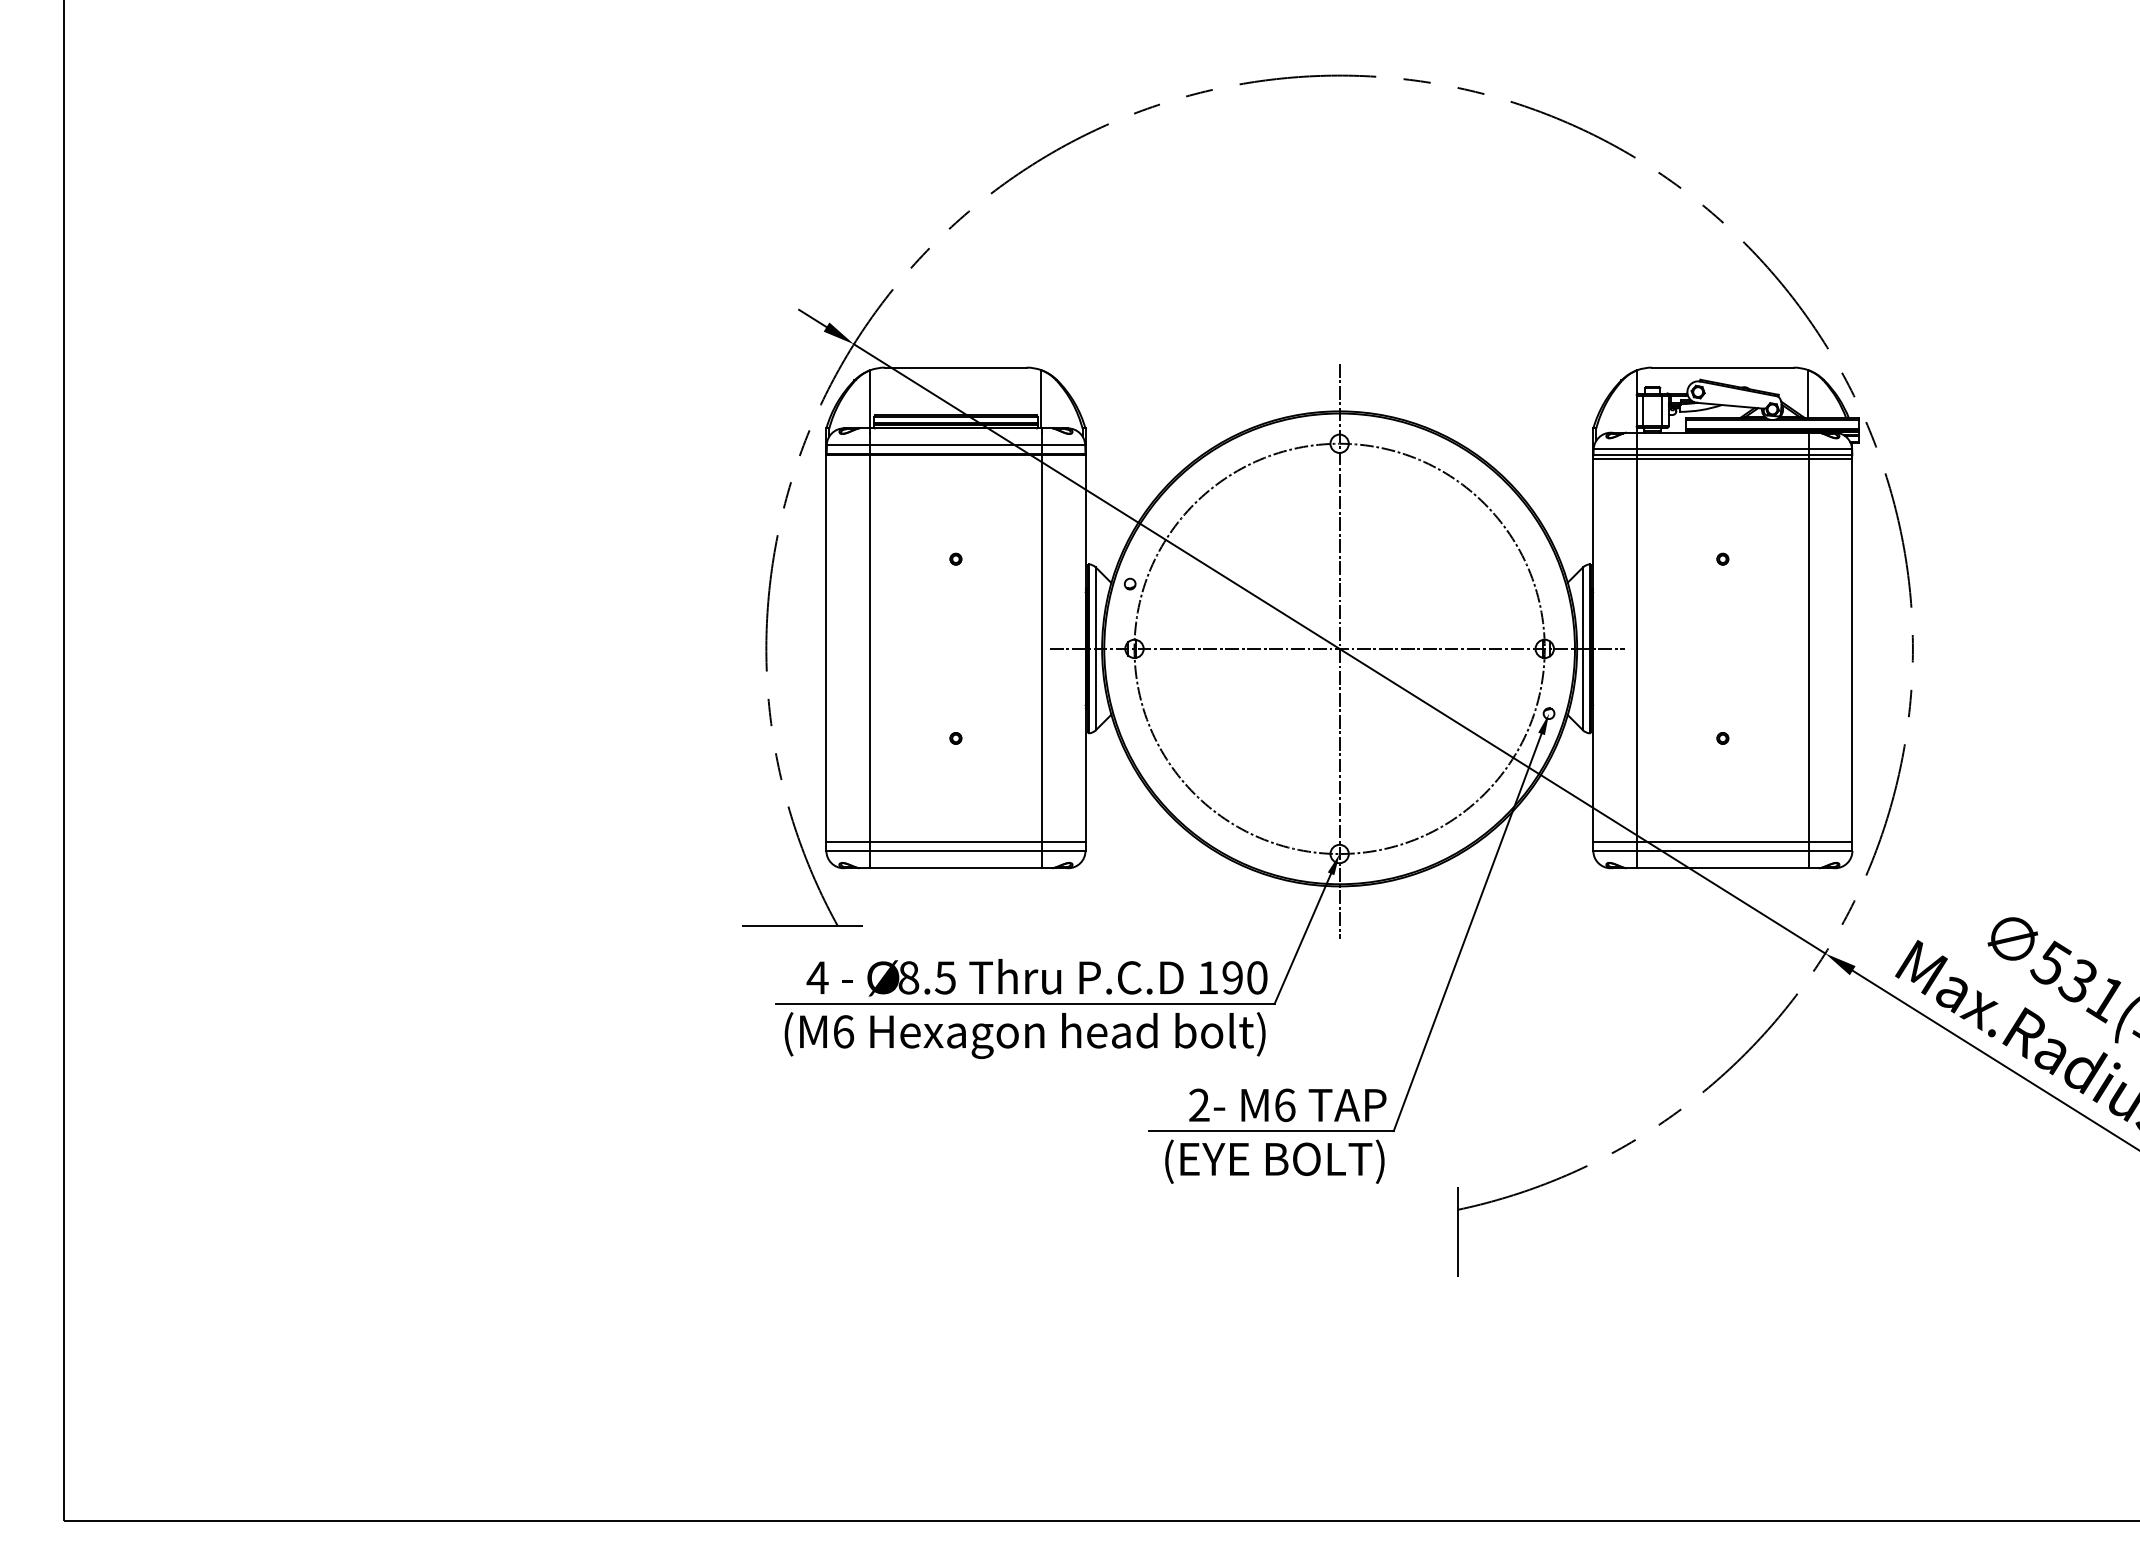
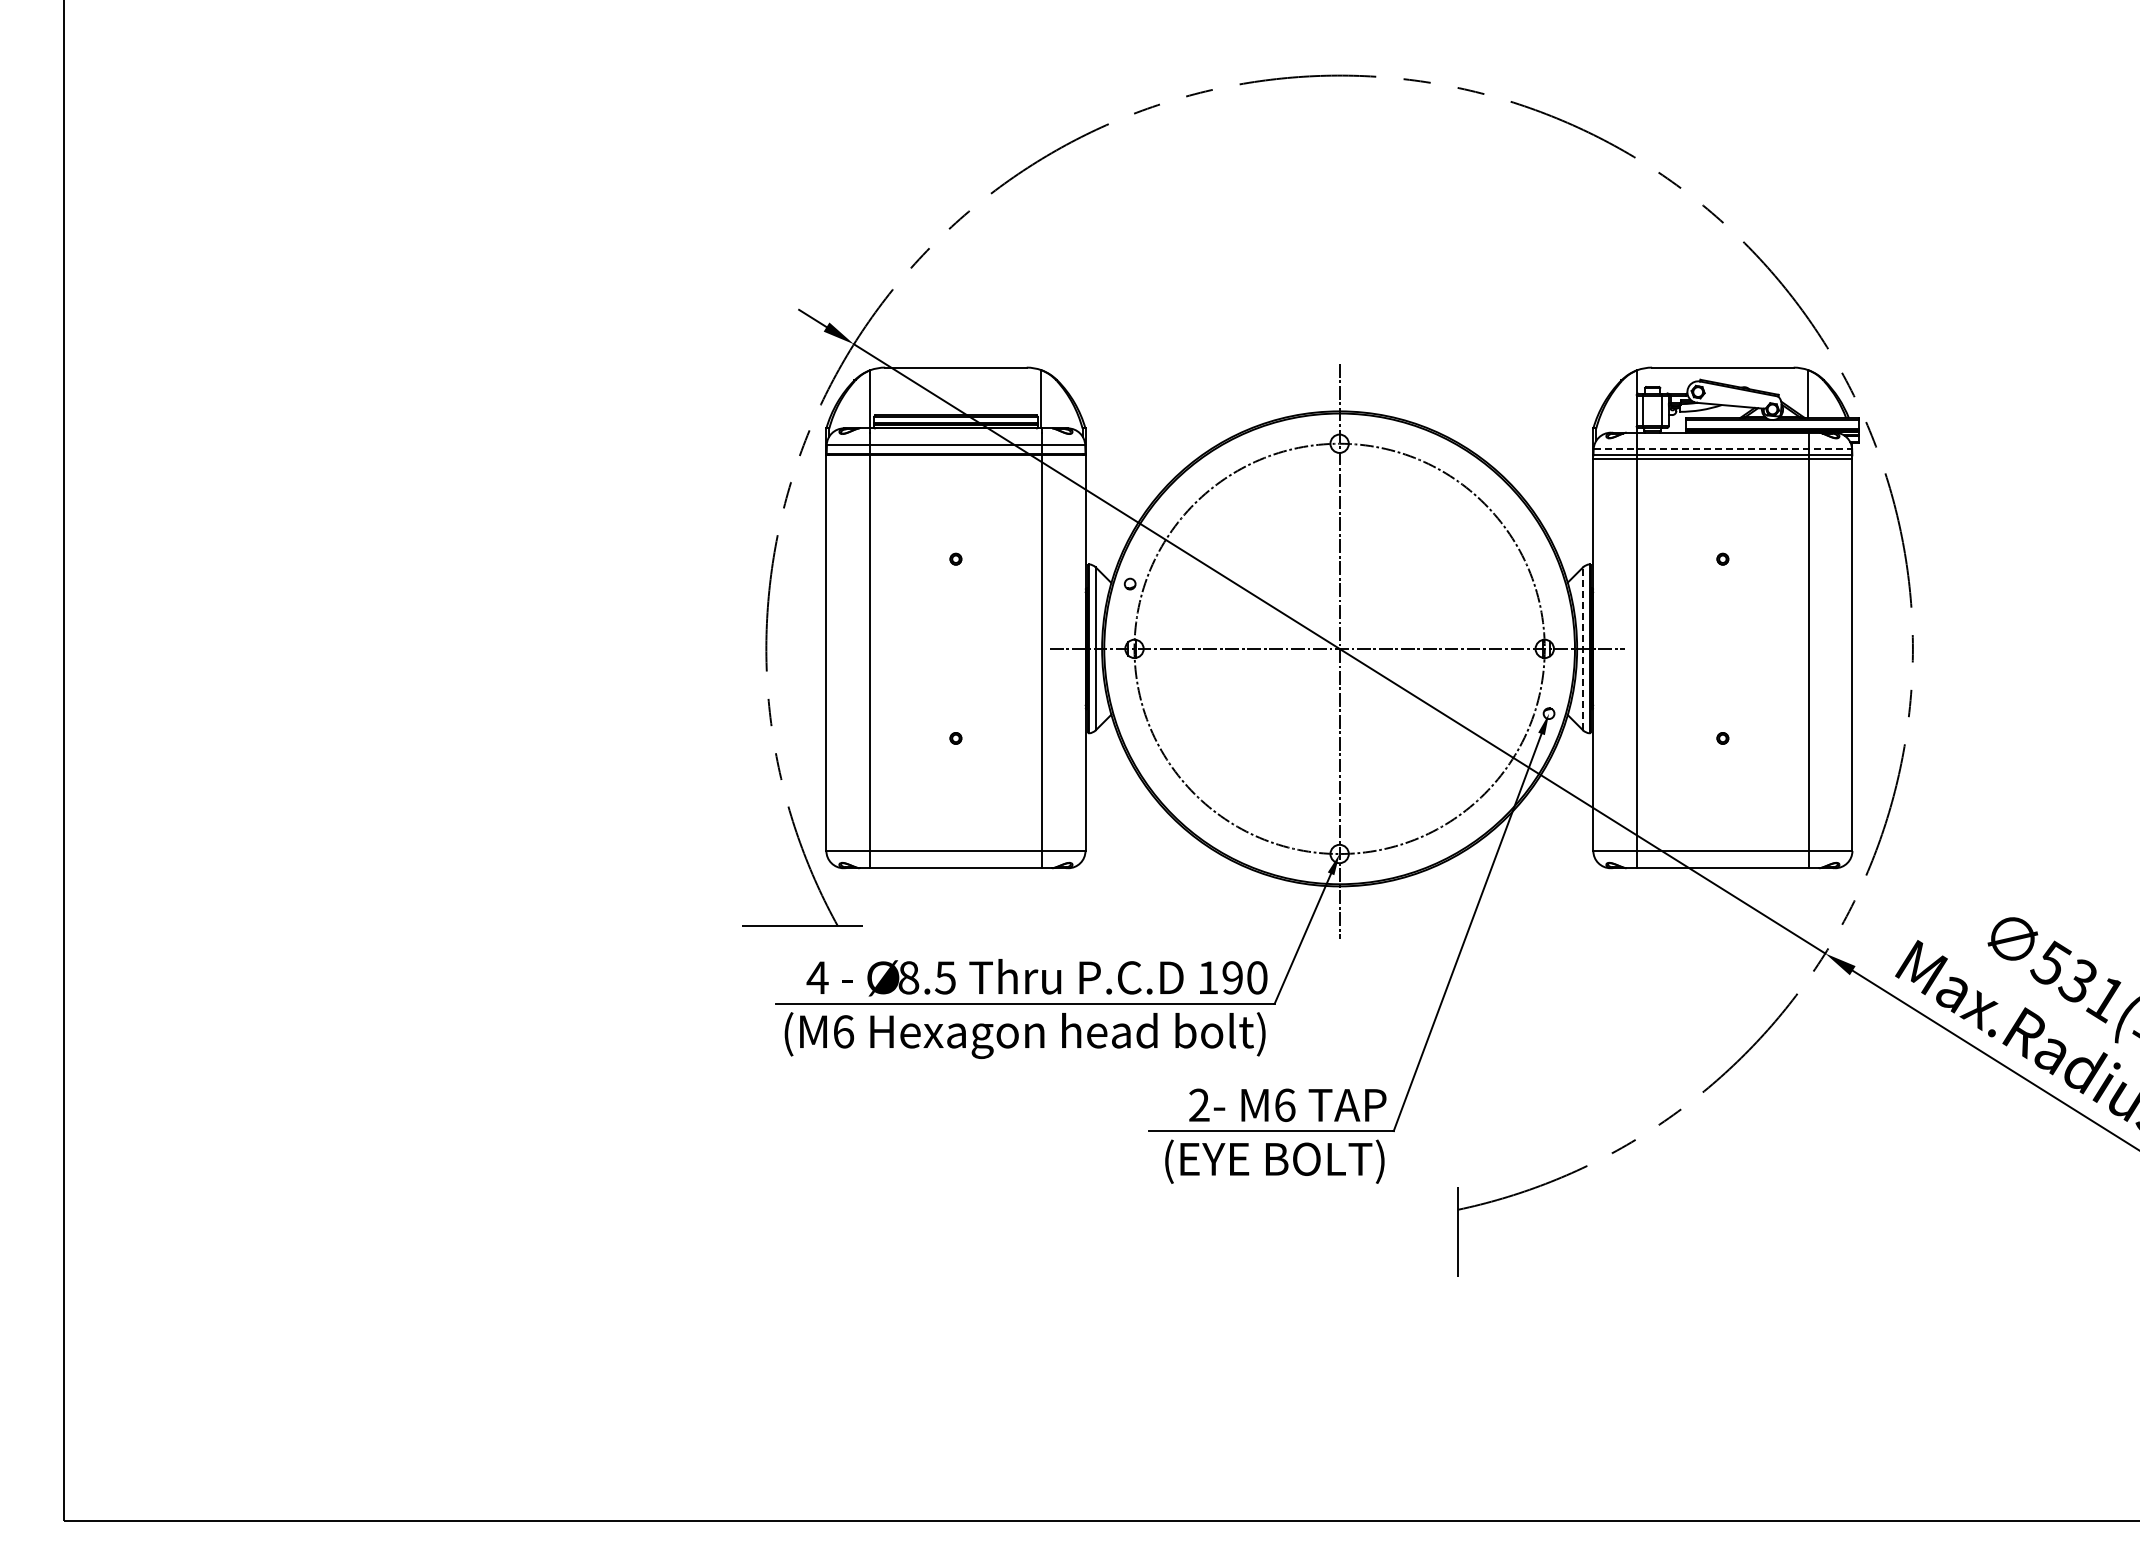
line at (1723, 449): solid -> dashed
line at (1582, 648): solid -> dashed
line at (955, 842): present -> none
line at (1722, 842): present -> none
